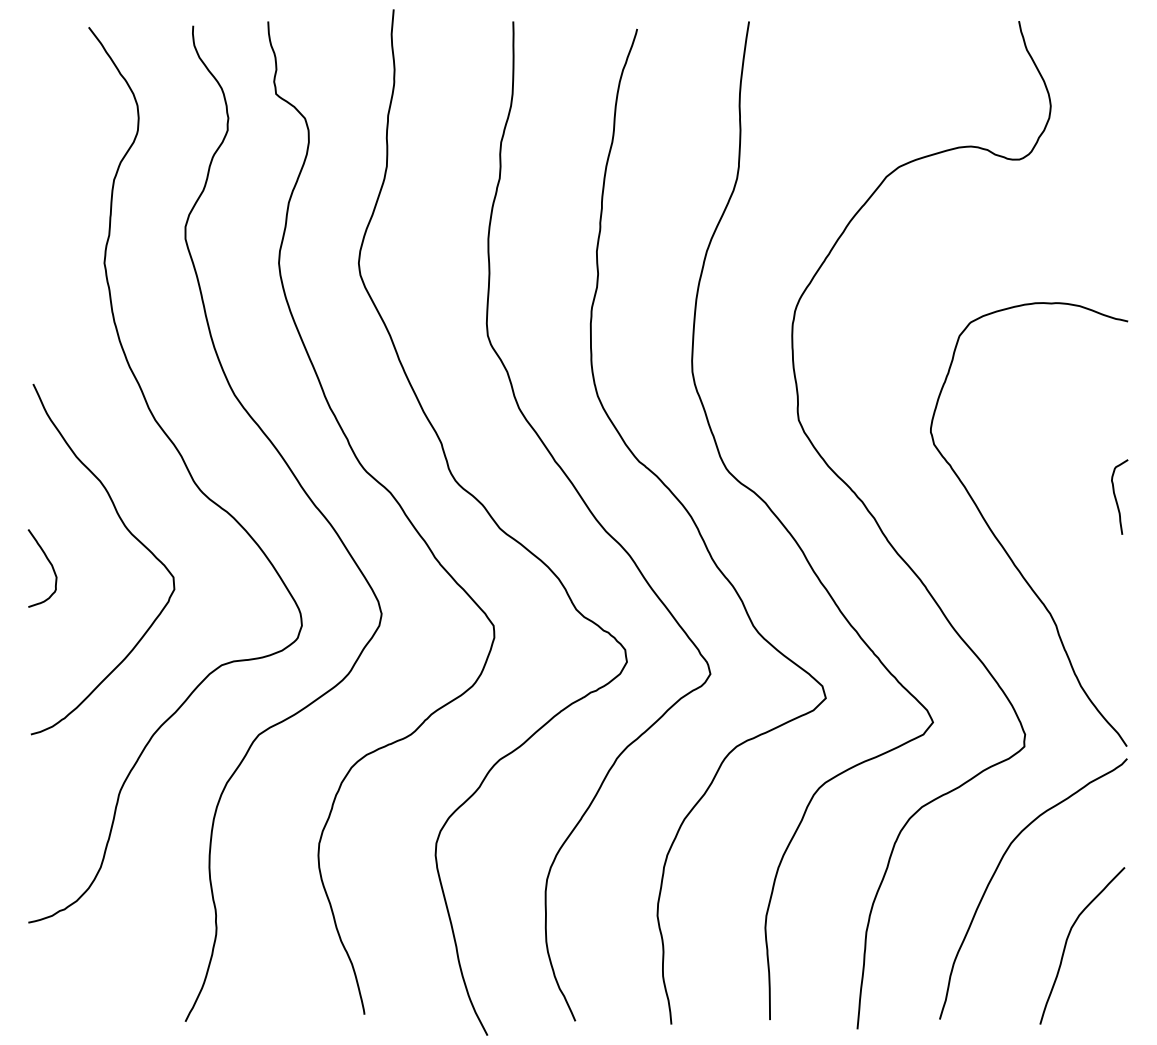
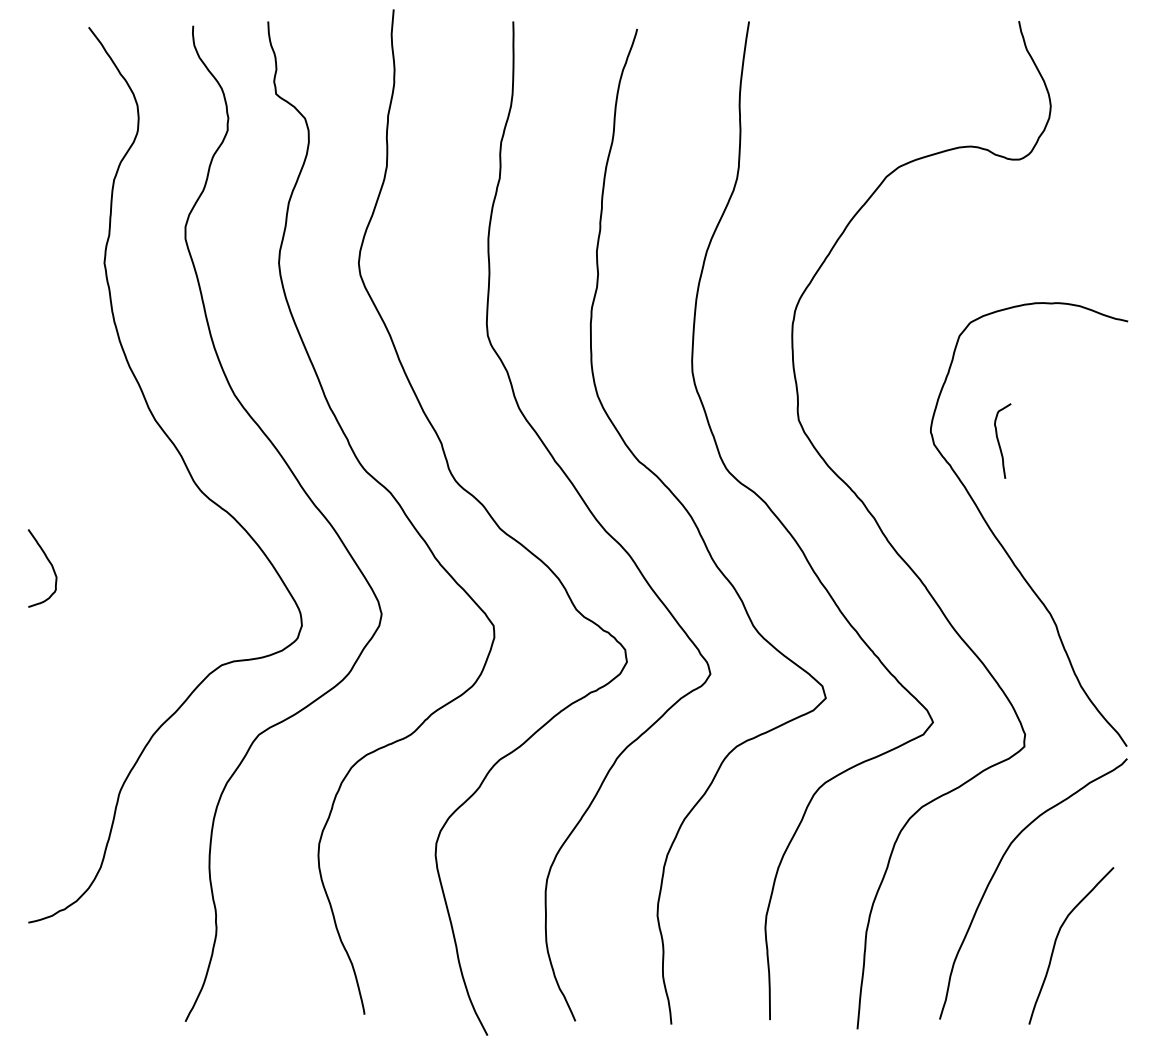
curve at (1116, 497) position: (1116, 497) -> (999, 441)
curve at (130, 534): present -> none
curve at (1067, 942) position: (1067, 942) -> (1056, 942)
